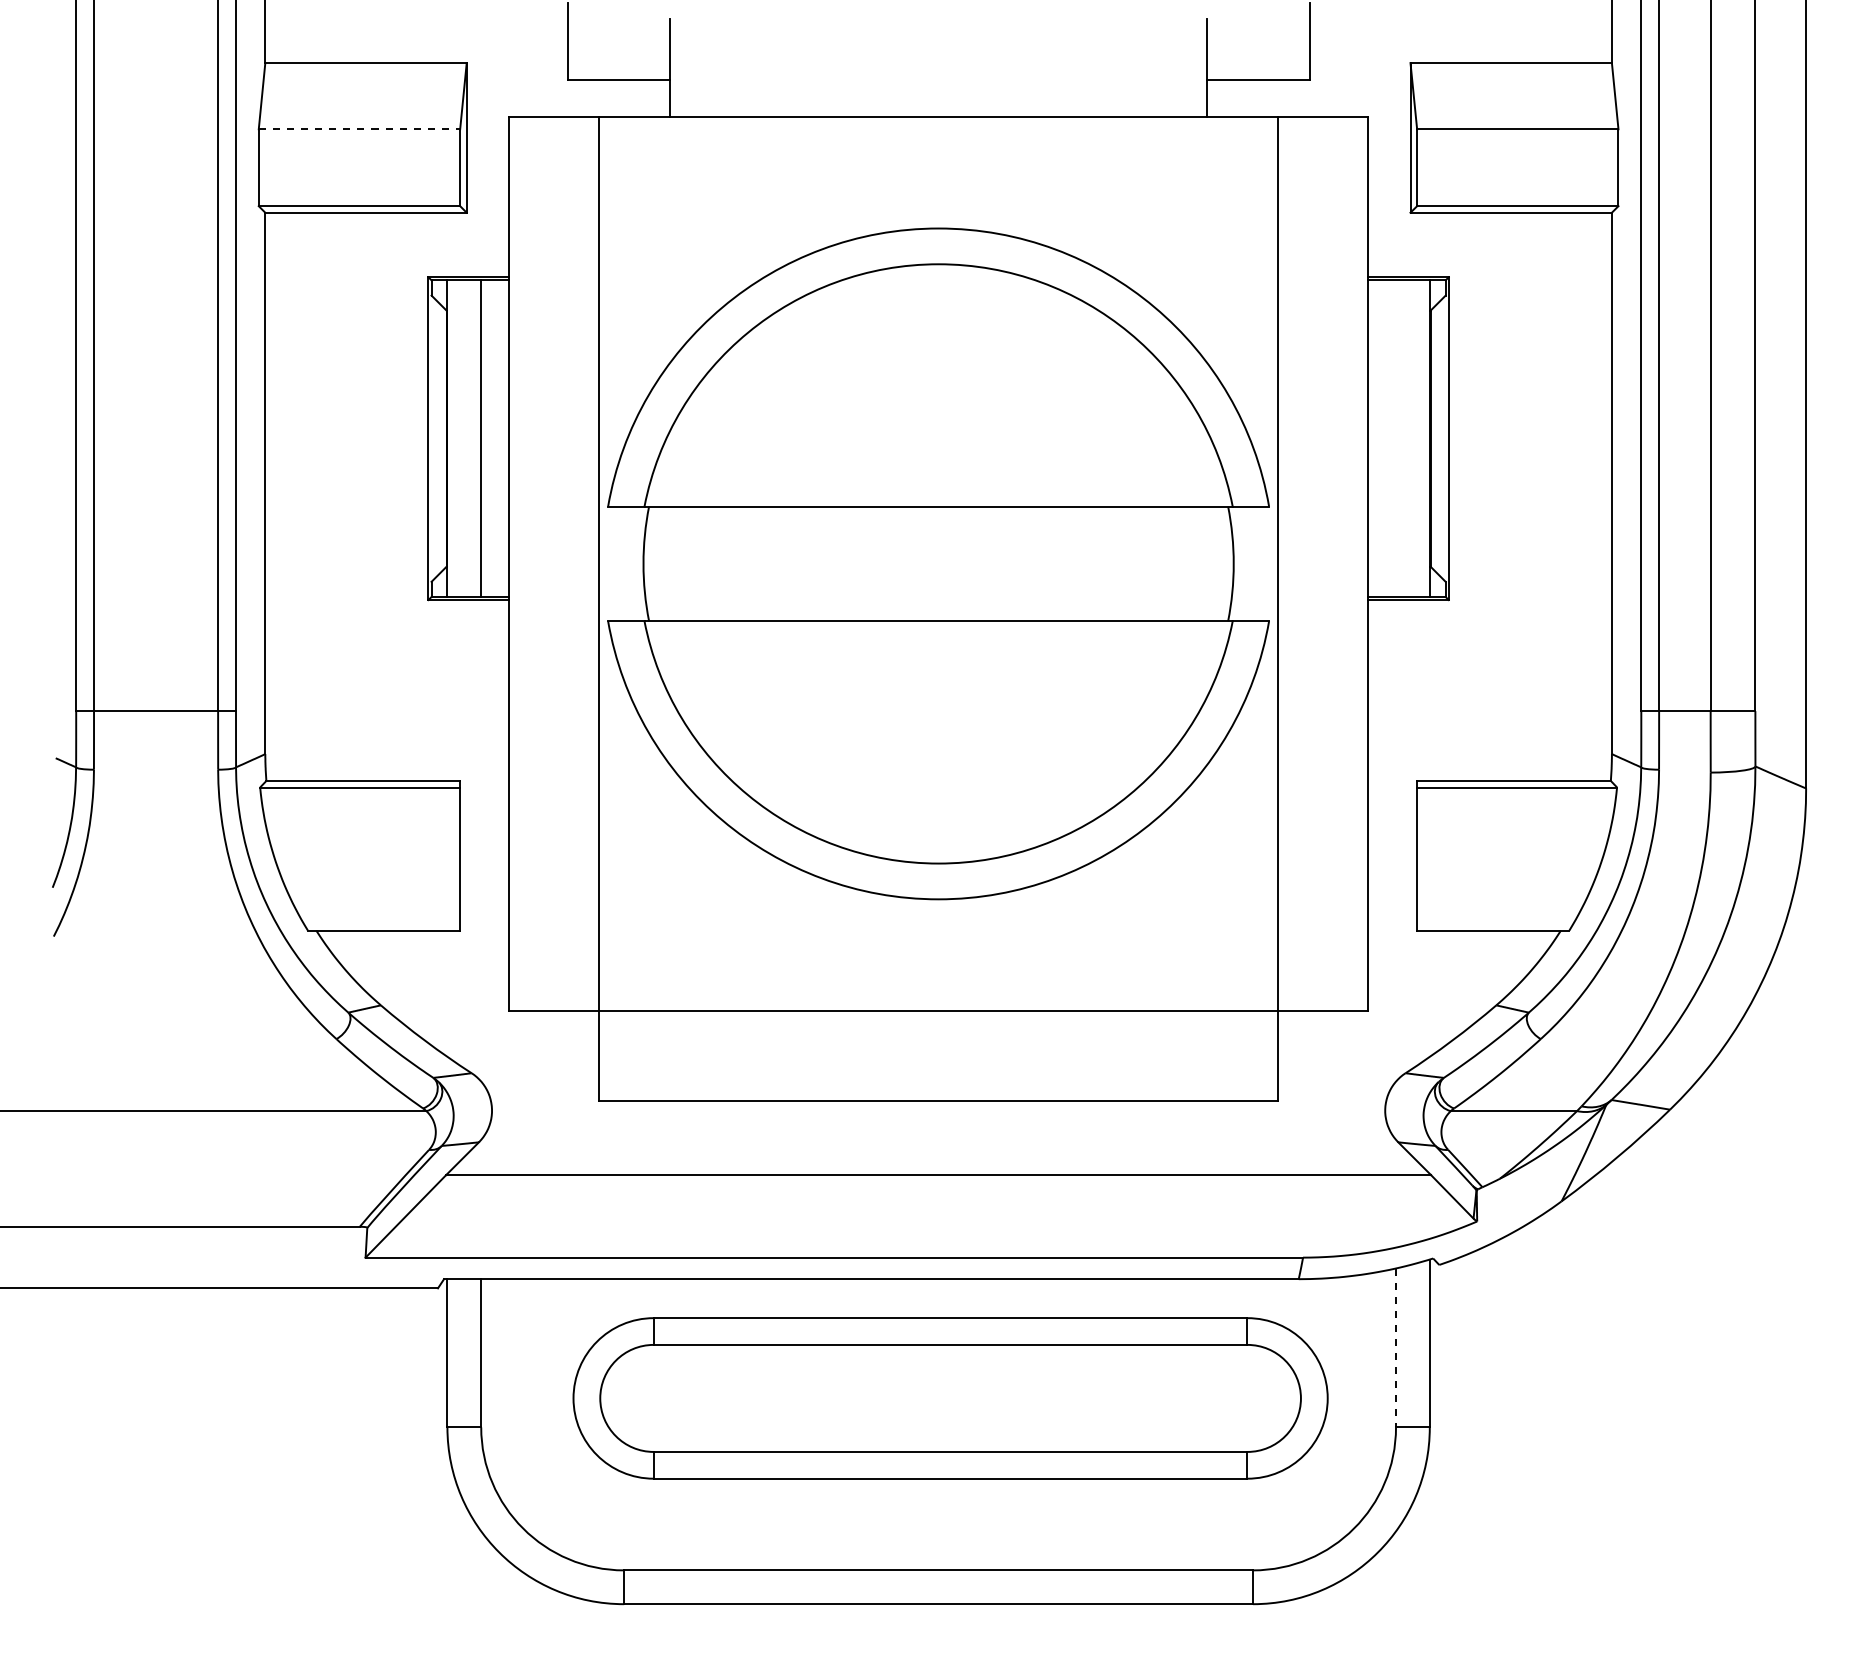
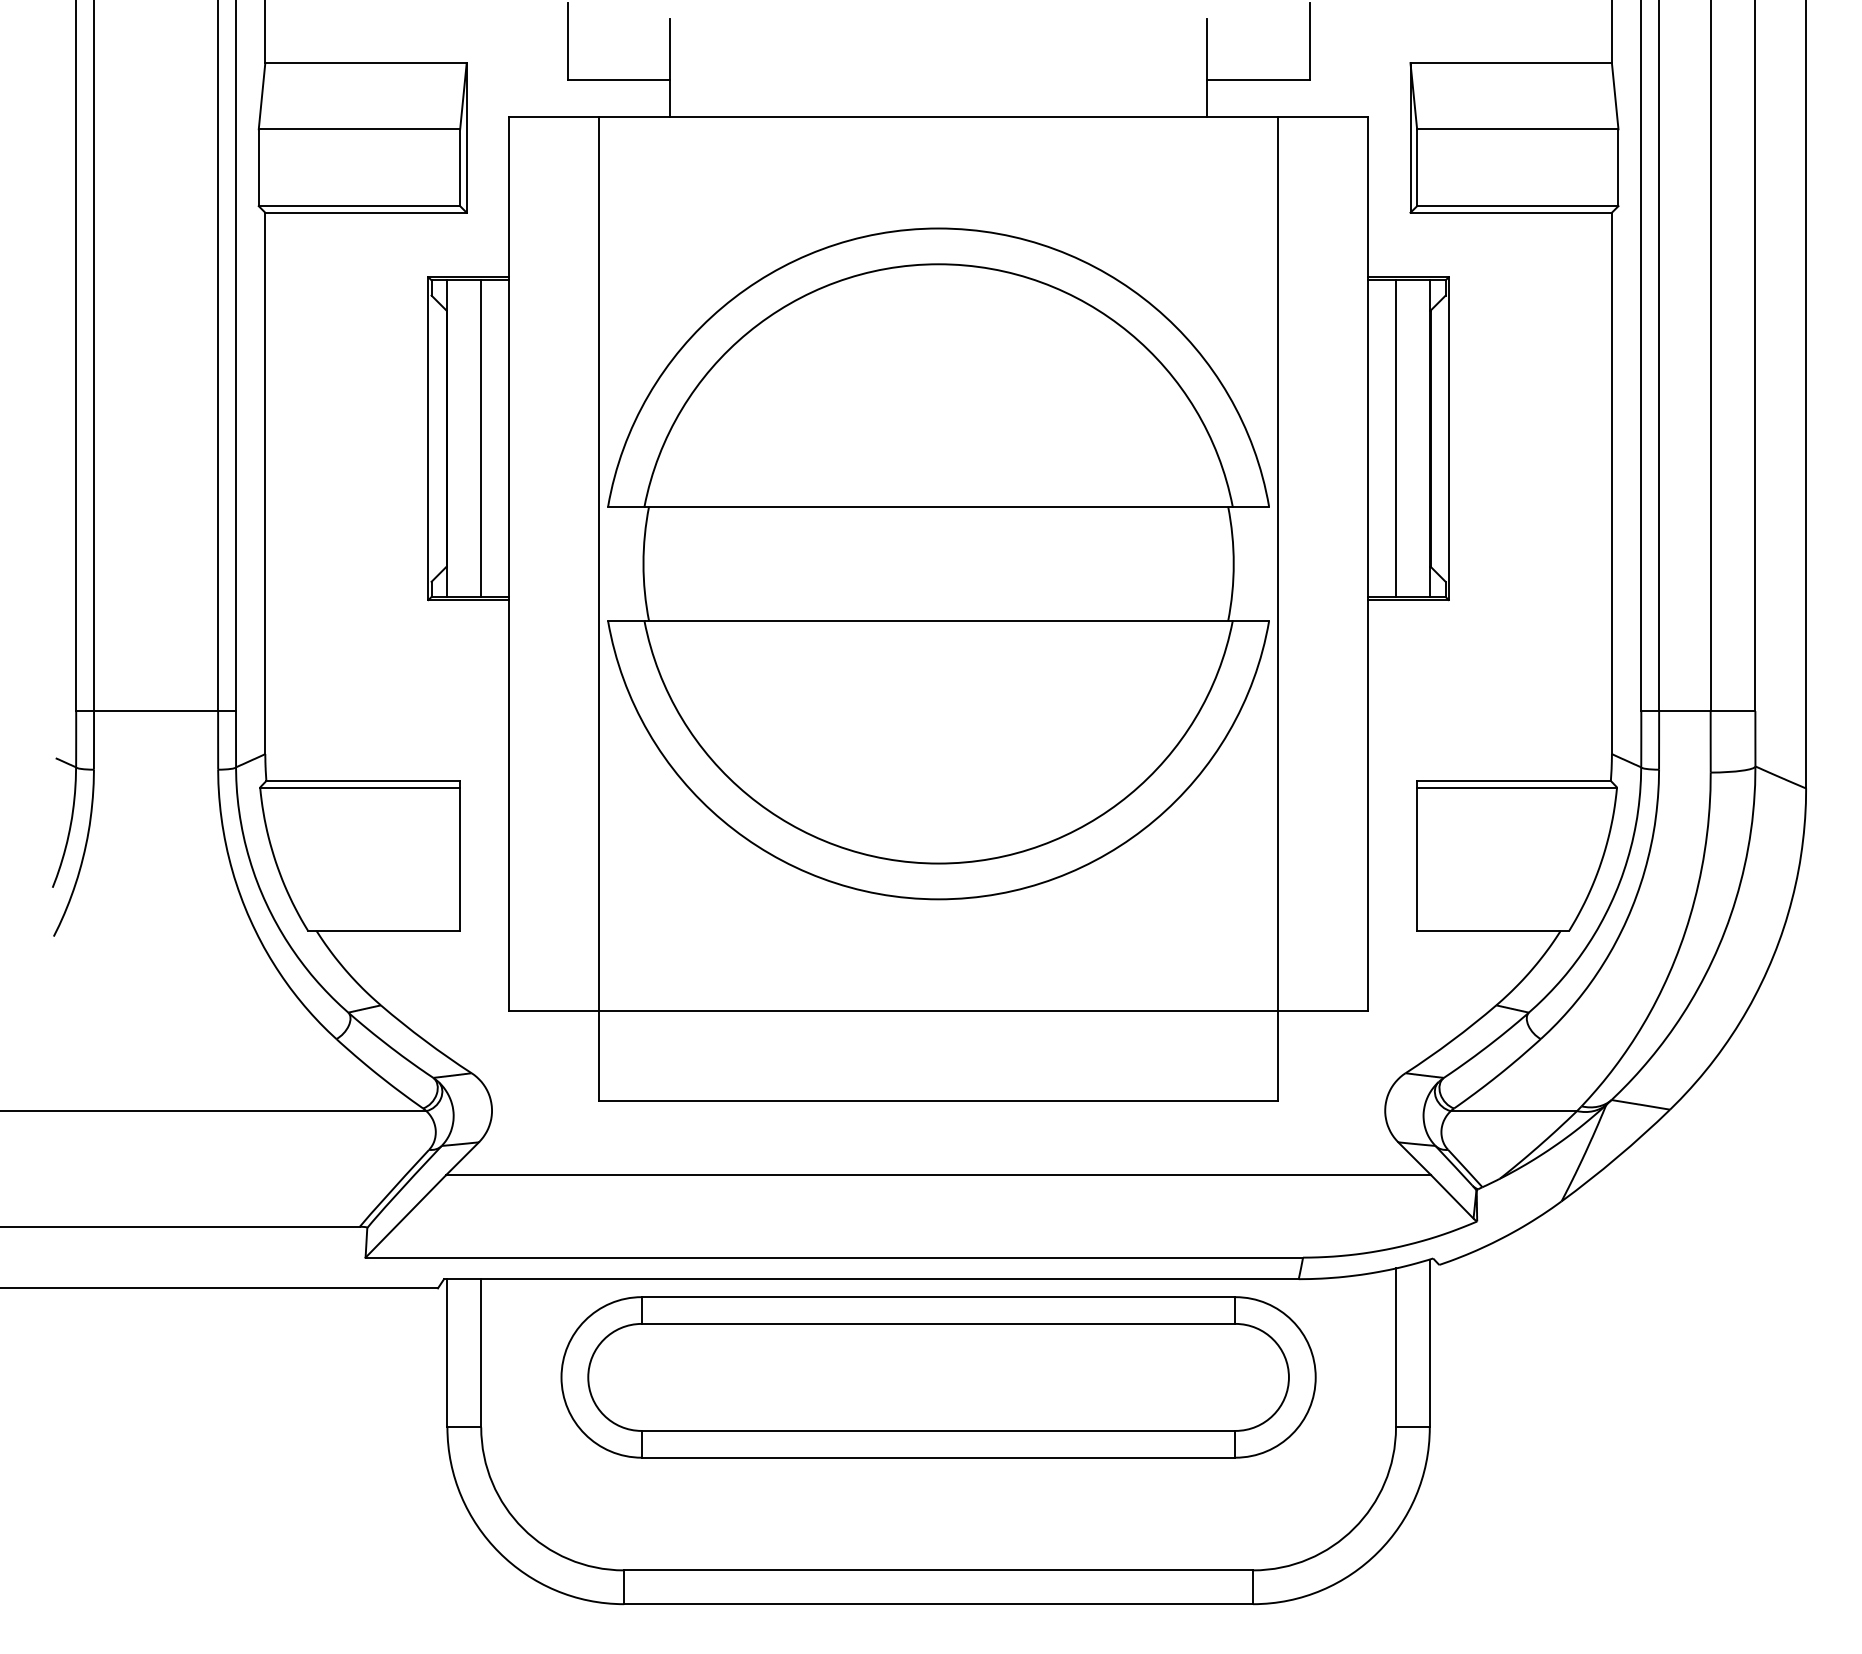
line at (359, 129): dashed -> solid
line at (1396, 438): none -> present
line at (1396, 1348): dashed -> solid
part at (950, 1398) position: (950, 1398) -> (938, 1377)
